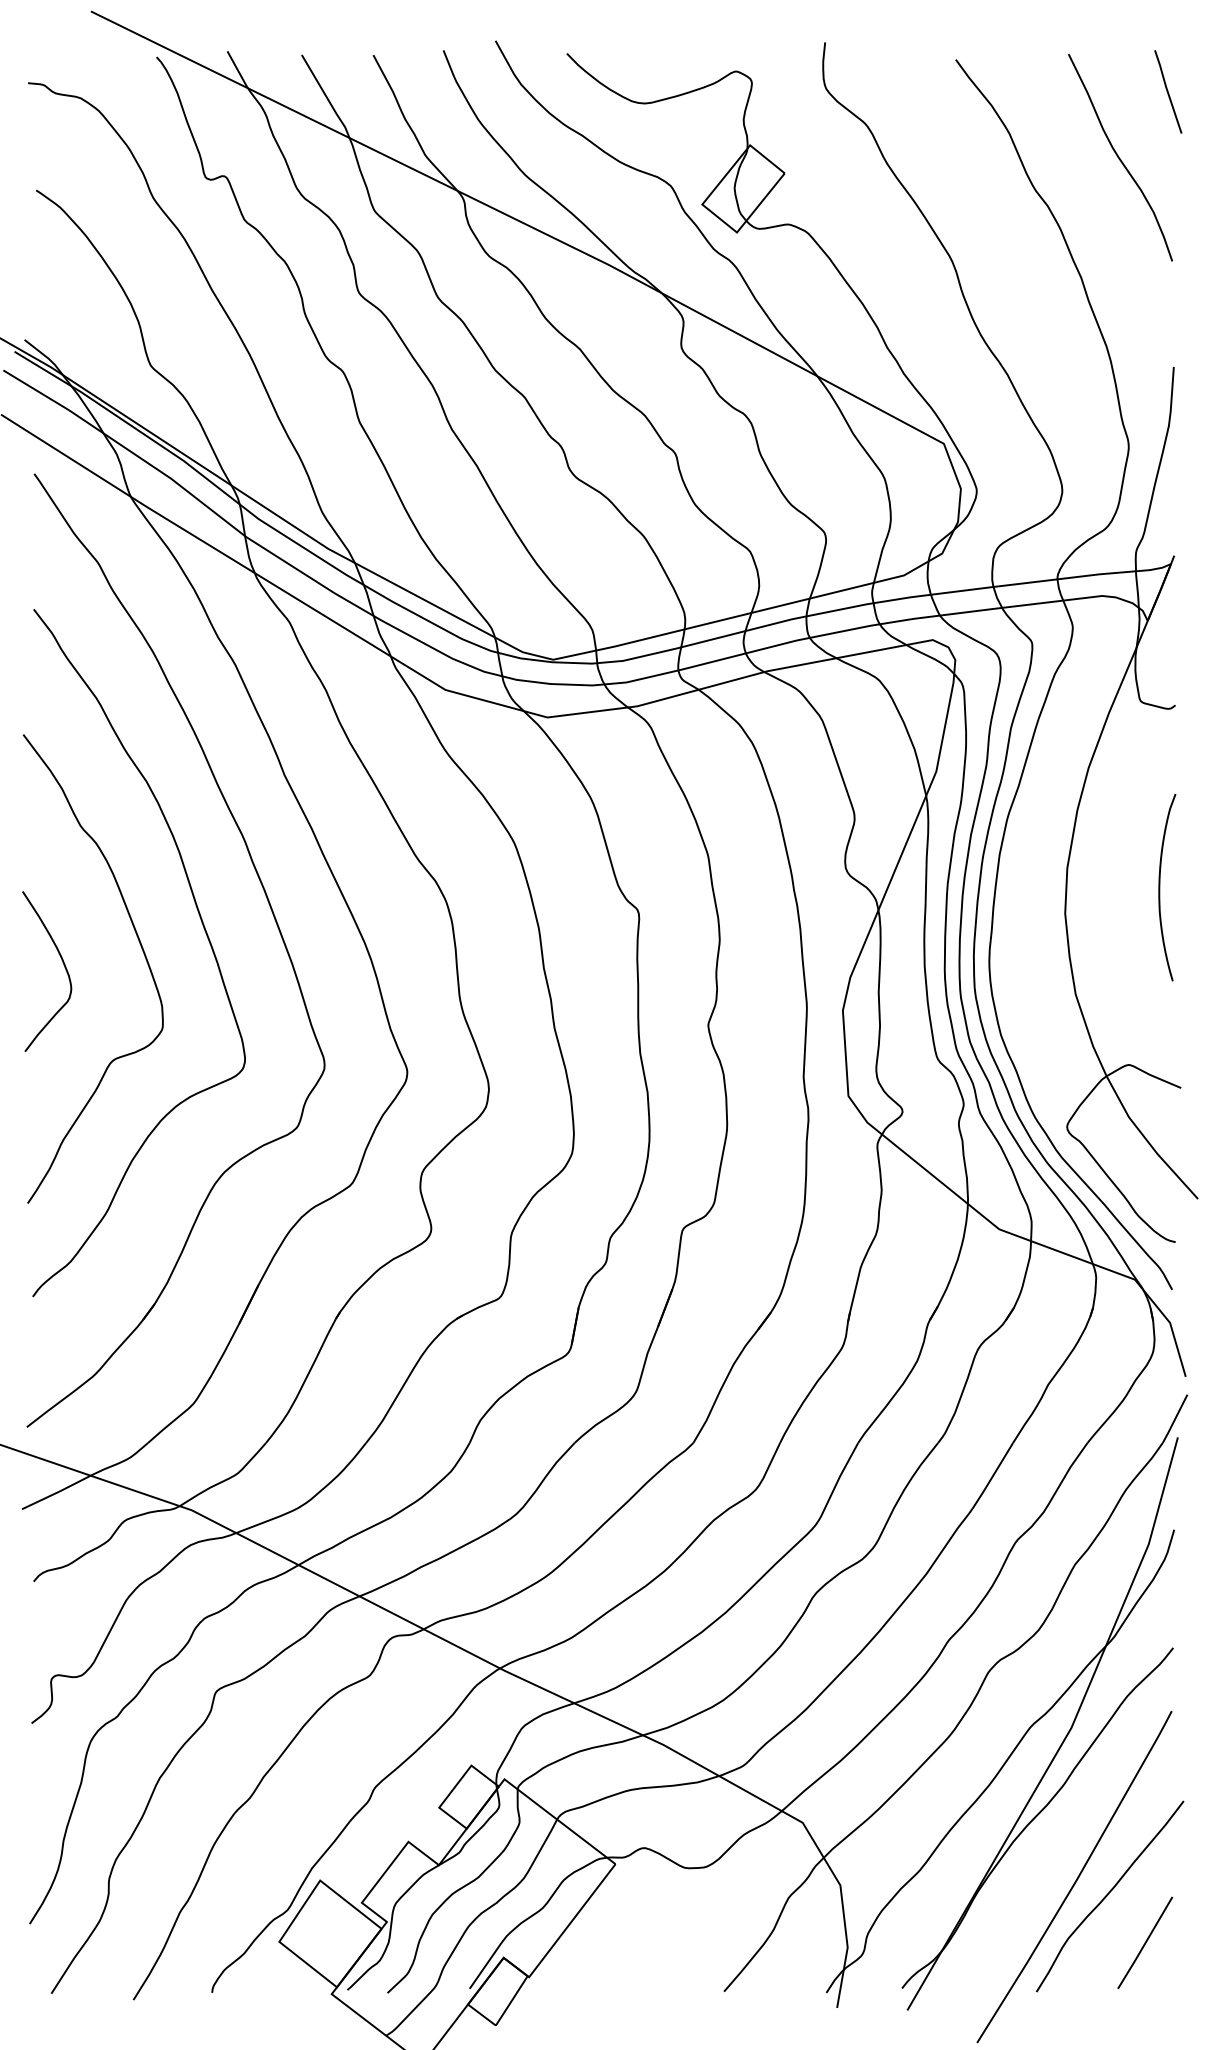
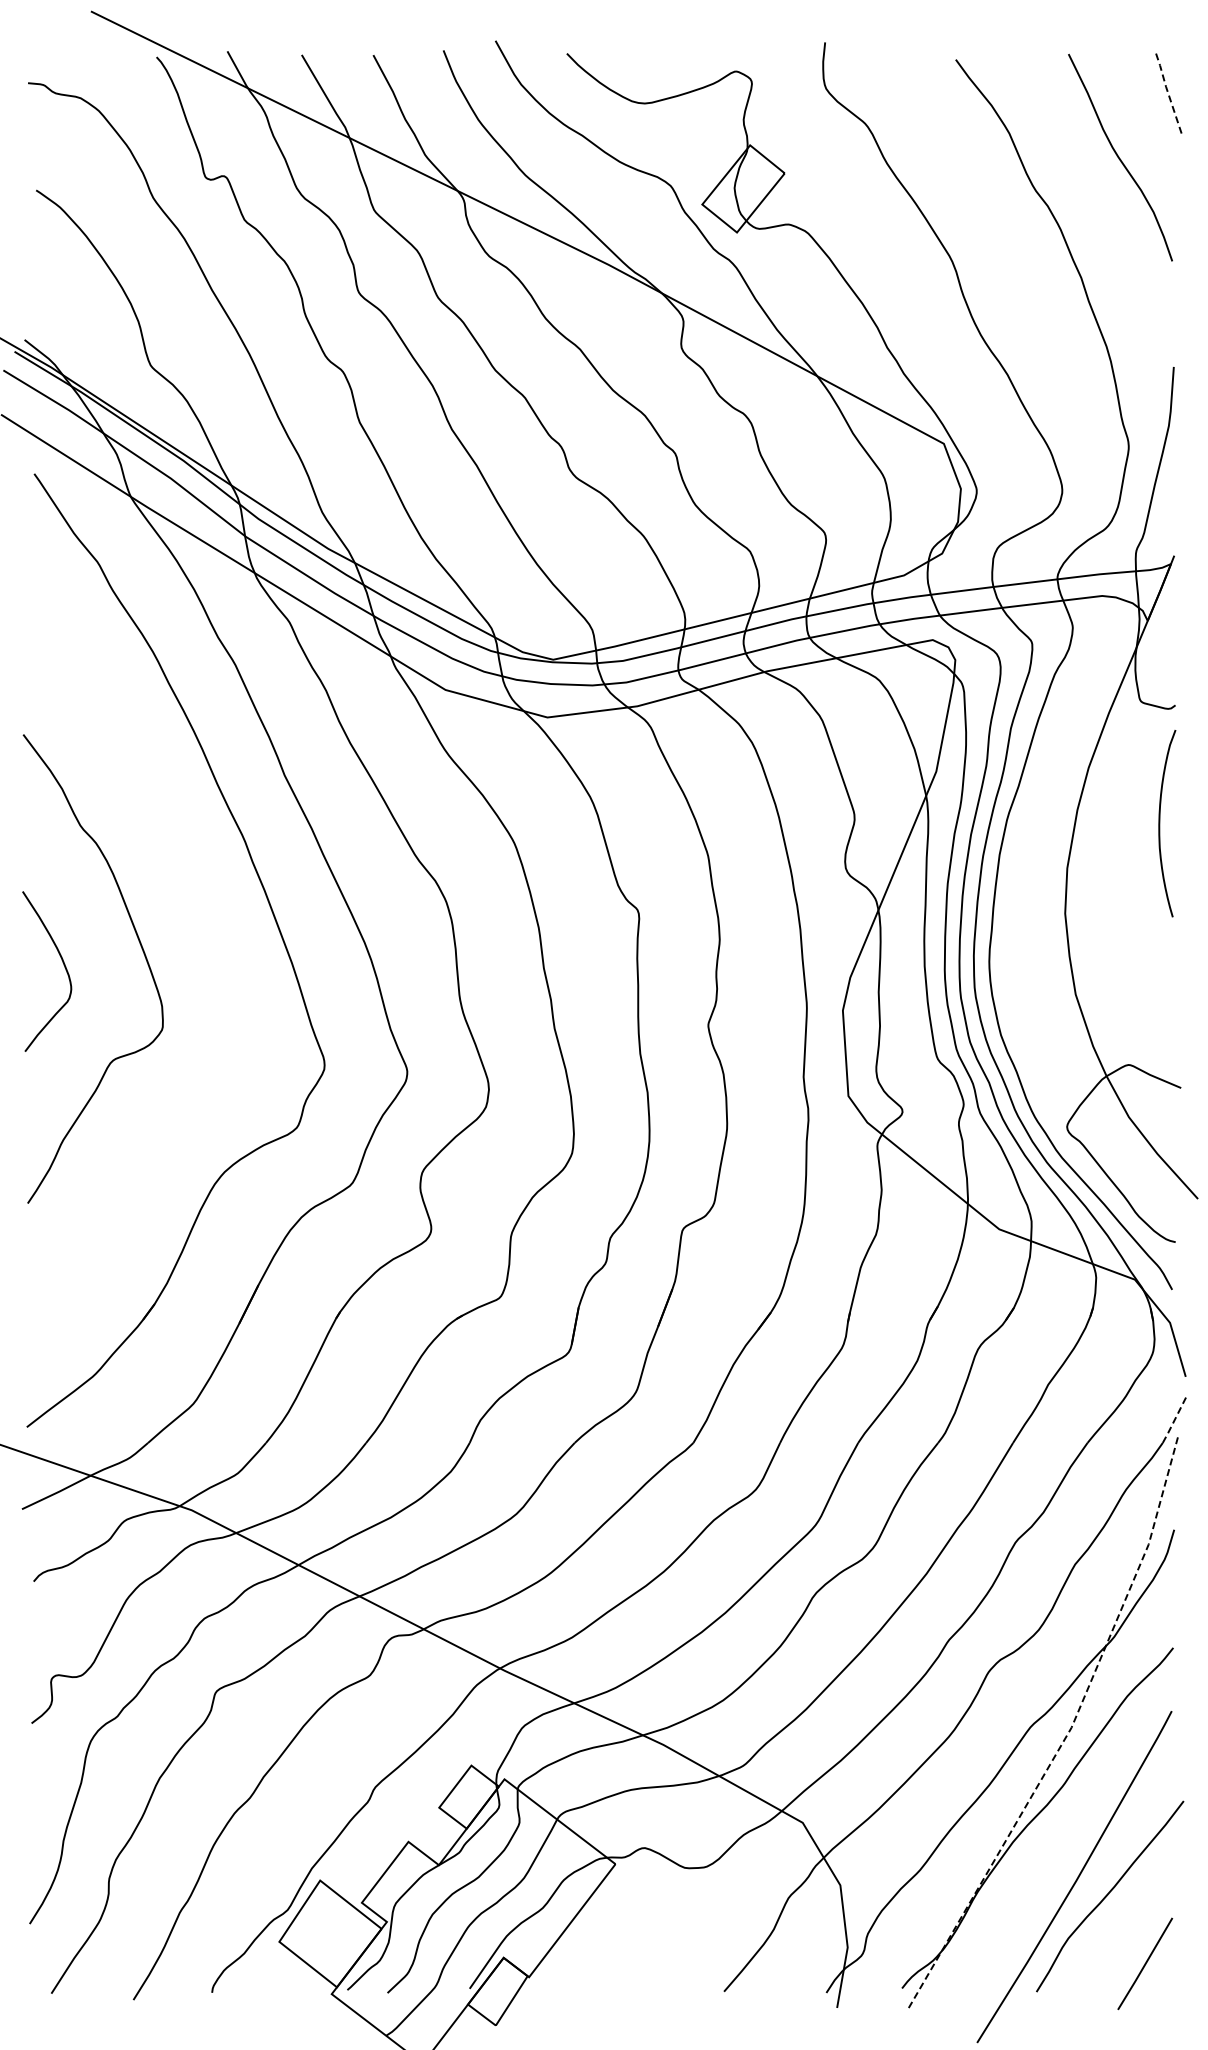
line at (1167, 90): solid -> dashed
curve at (1160, 887) position: (1160, 887) -> (1160, 823)
curve at (204, 931): present -> none
line at (1174, 1419): solid -> dashed
line at (1068, 1733): solid -> dashed
line at (1145, 1942) position: (1145, 1942) -> (1145, 1963)
